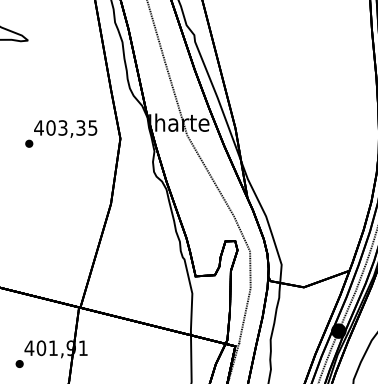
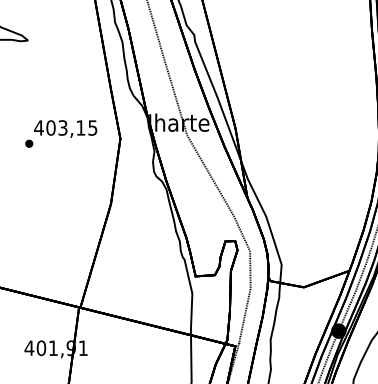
text at (80, 127): 403,35 -> 403,15
part at (19, 363): present -> none
